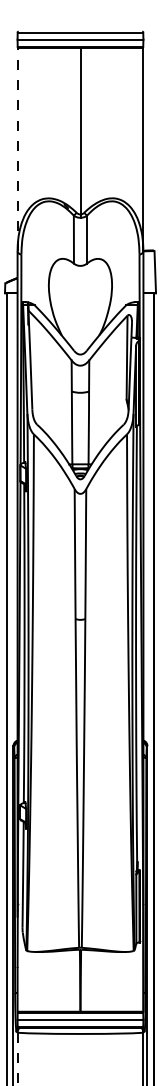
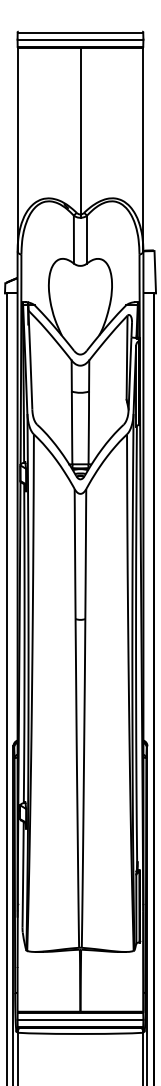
line at (17, 149): dashed -> solid
line at (17, 1059): dashed -> solid
